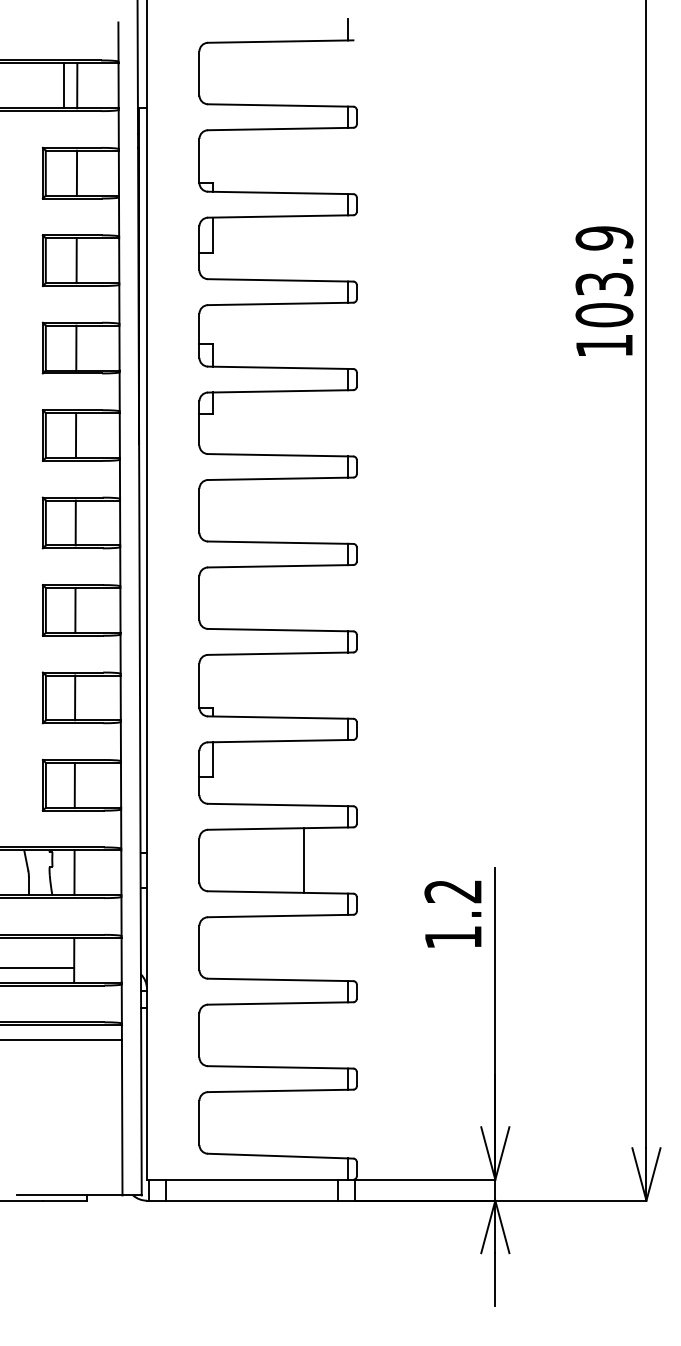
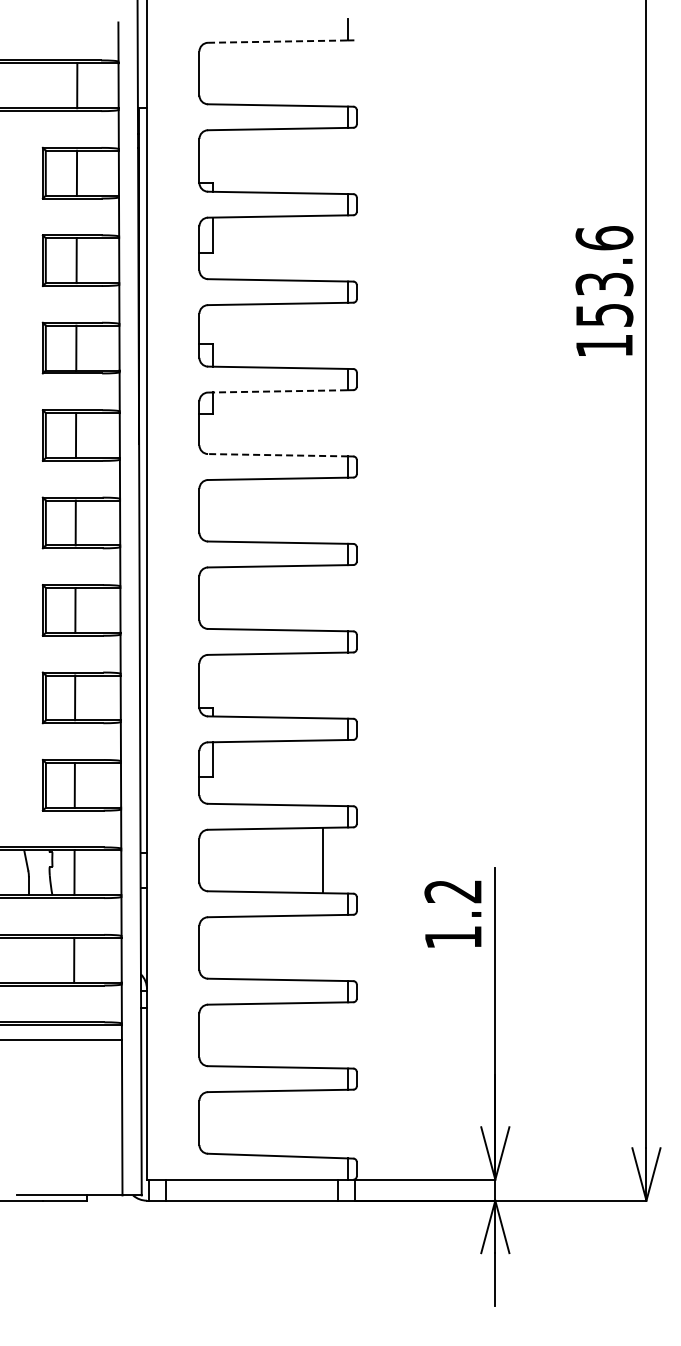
line at (278, 41): solid -> dashed
line at (63, 85): present -> none
text at (604, 276): 103.9 -> 153.6
line at (278, 391): solid -> dashed
line at (277, 455): solid -> dashed
line at (304, 860) position: (304, 860) -> (323, 860)
line at (38, 968): present -> none
